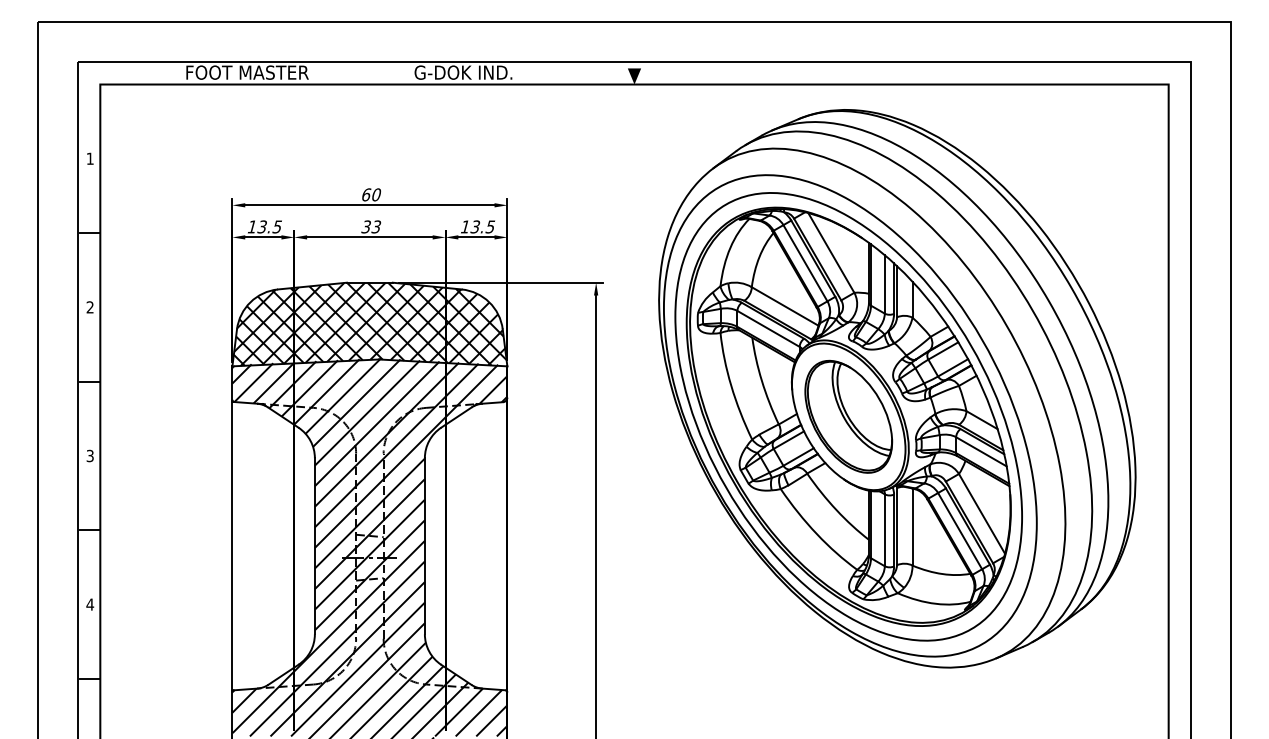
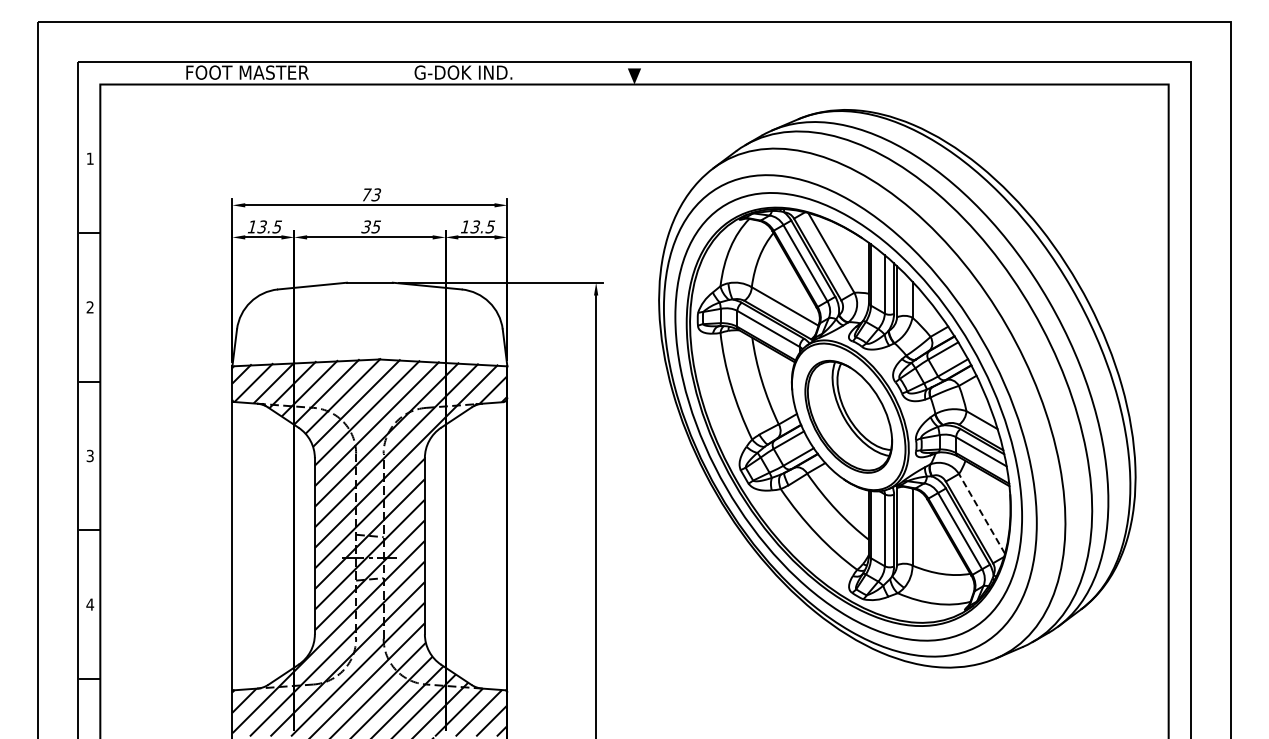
text at (371, 194): 60 -> 73
text at (377, 226): 33 -> 35
hatch at (369, 323): present -> none
line at (981, 513): solid -> dashed
